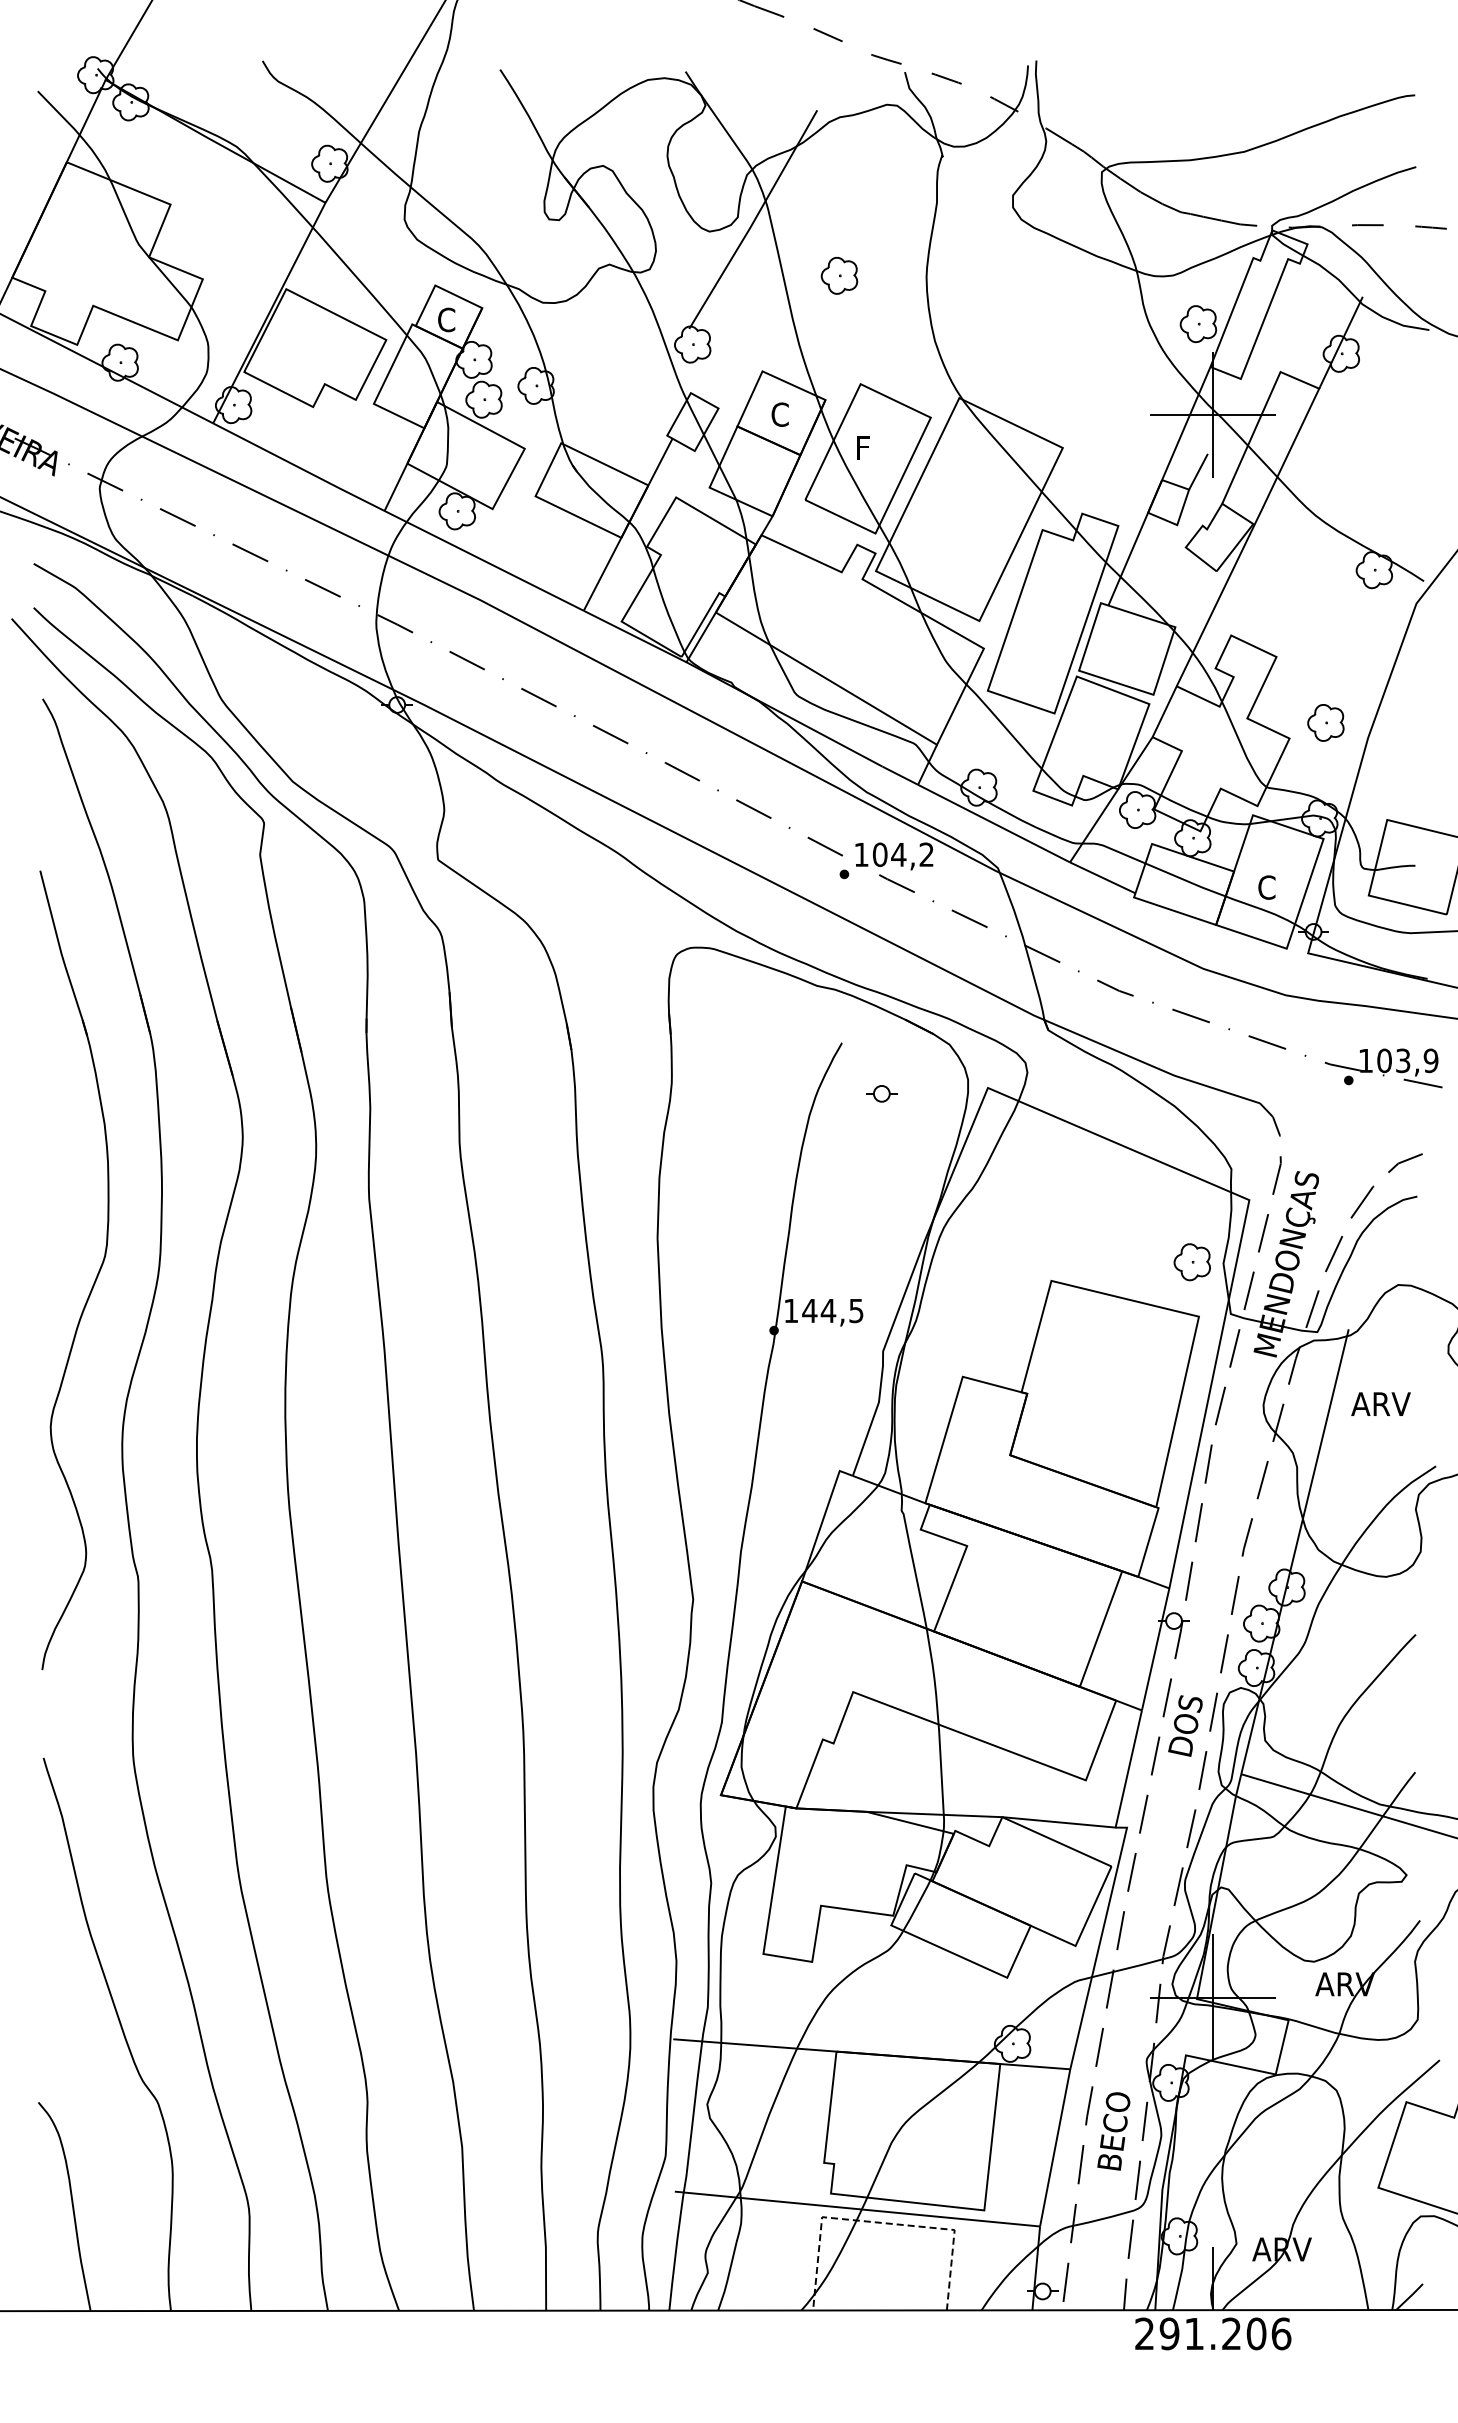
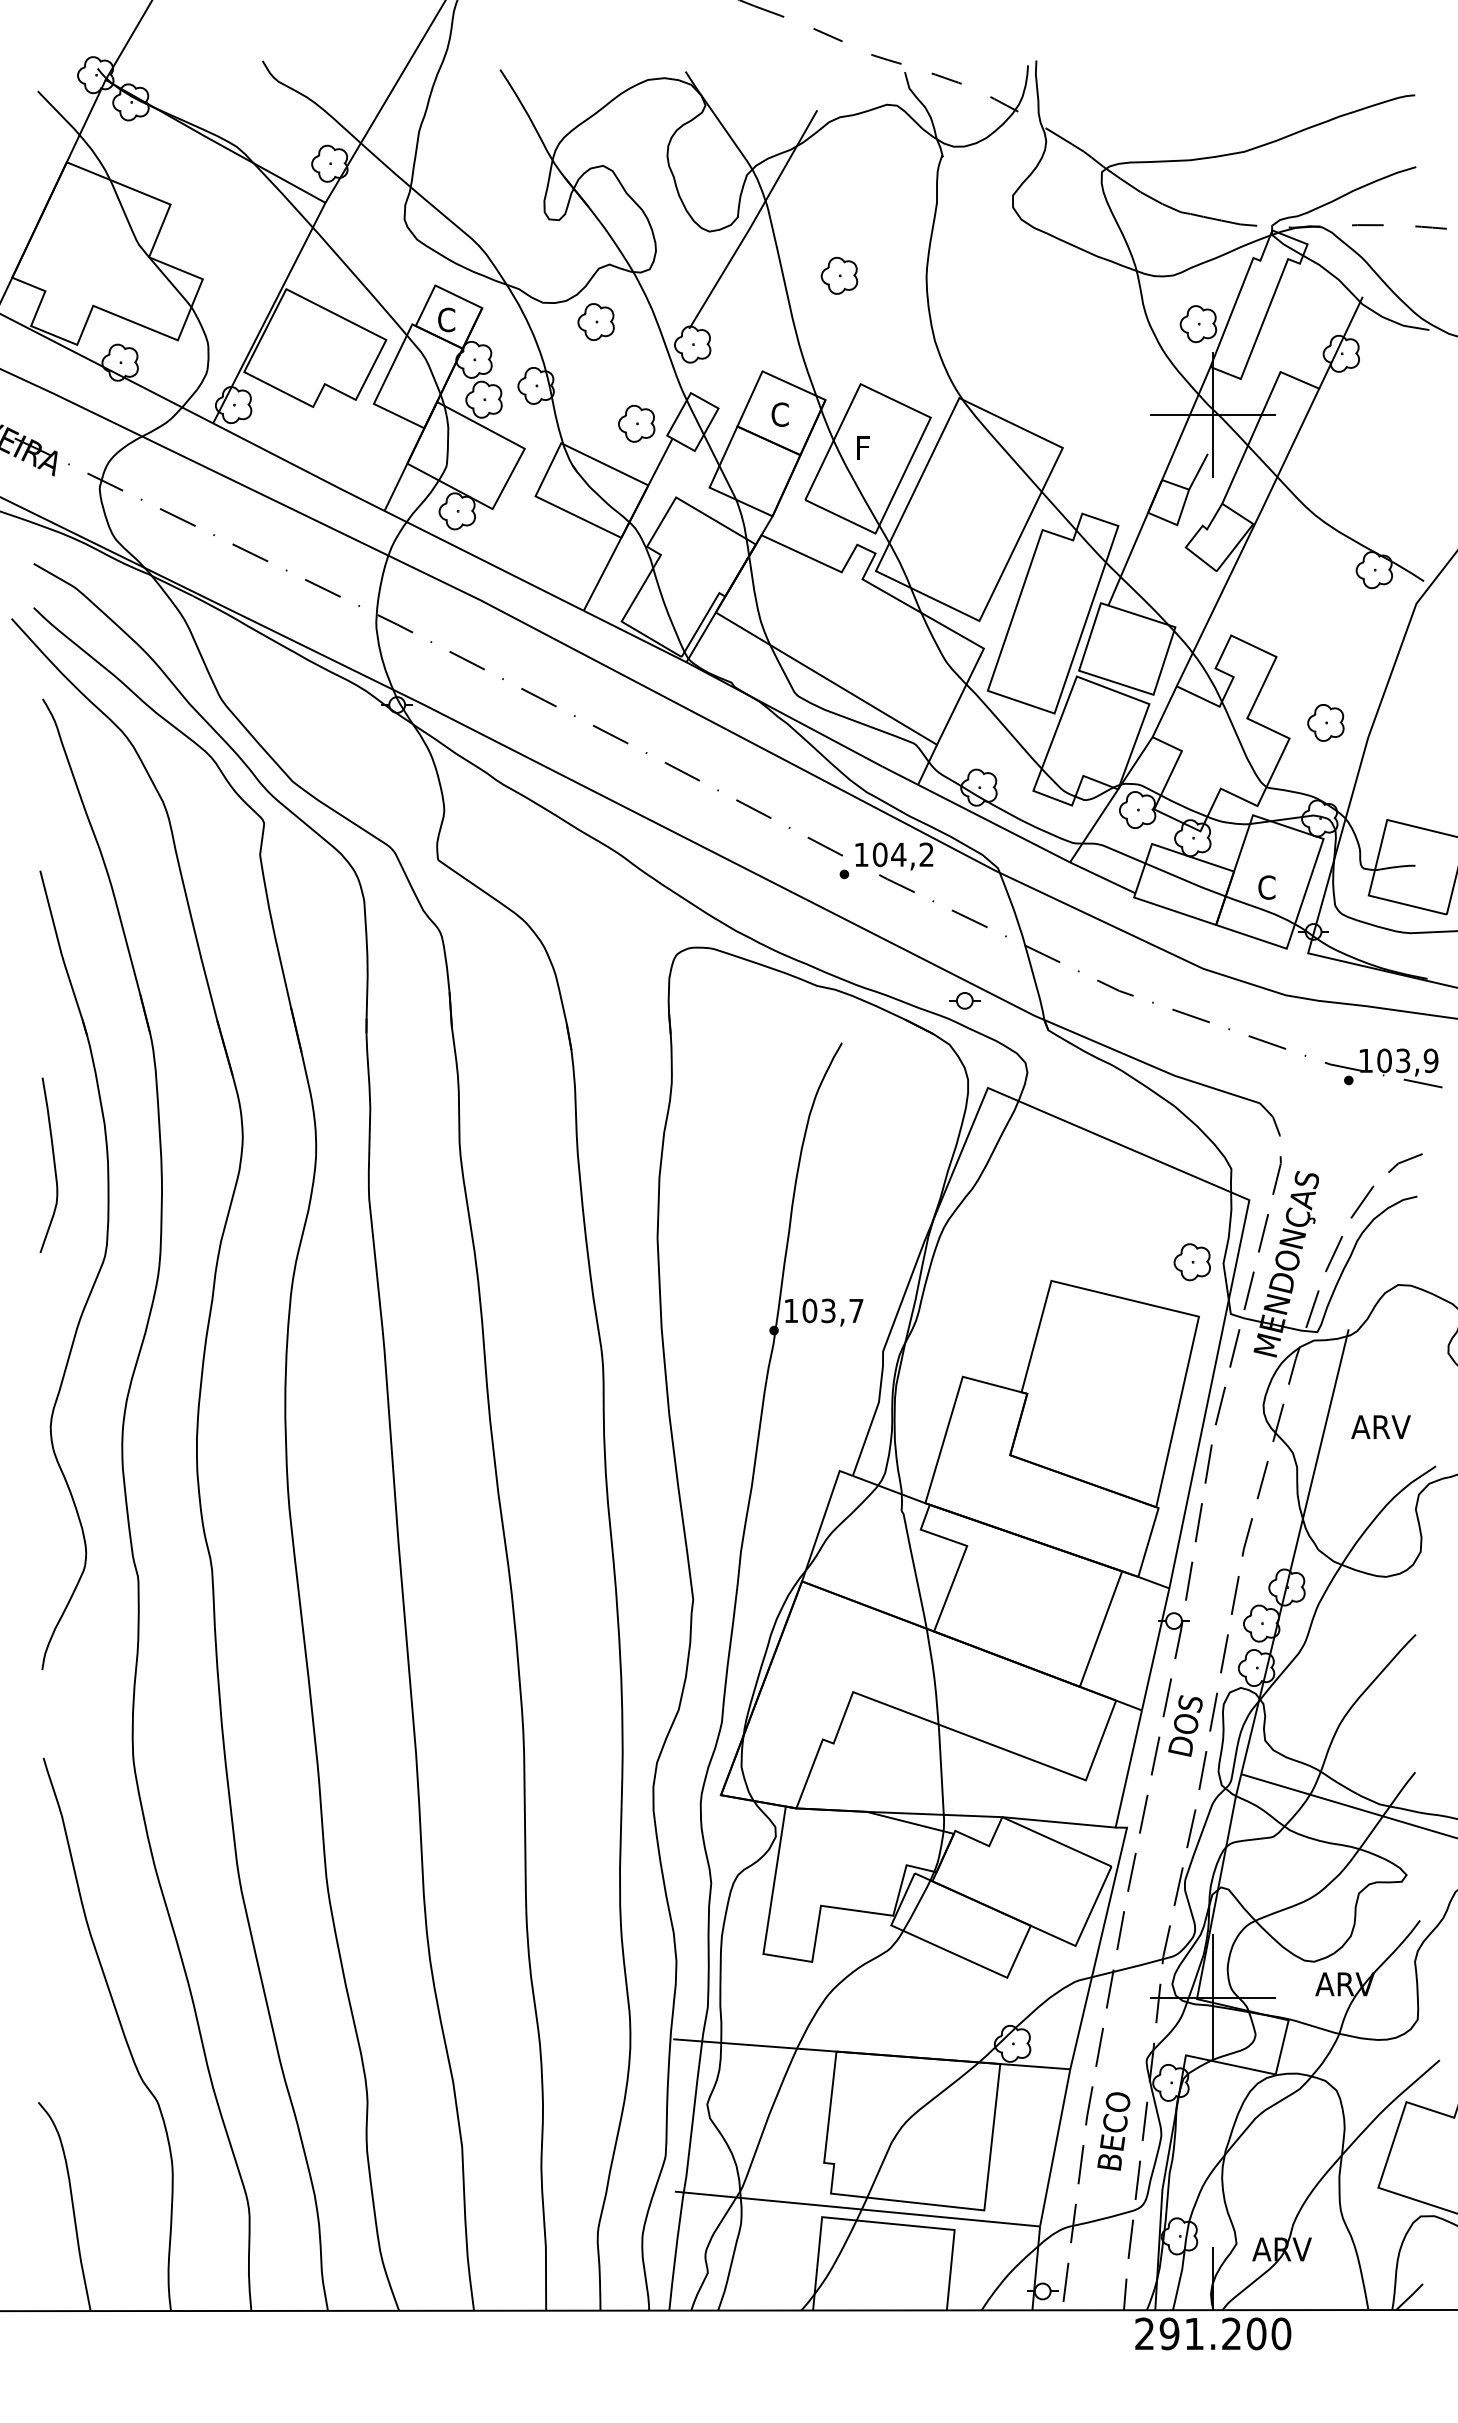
part at (595, 321): none -> present
part at (636, 423): none -> present
part at (881, 1093) position: (881, 1093) -> (964, 1000)
curve at (53, 1164): none -> present
text at (832, 1310): 144,5 -> 103,7
text at (1380, 1403) position: (1380, 1403) -> (1380, 1426)
line at (881, 2222): dashed -> solid
text at (1281, 2333): 291.206 -> 291.200
